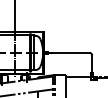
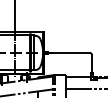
line at (85, 89): none -> present
